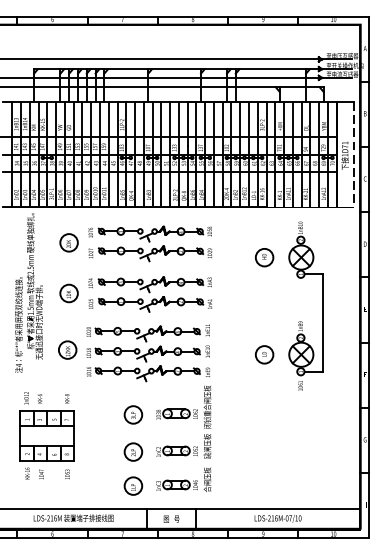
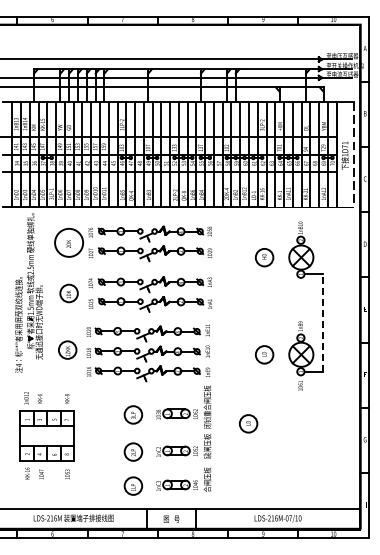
circle at (68, 242) diameter: 18 px -> 28 px
line at (322, 323): solid -> dashed
part at (248, 423): none -> present
